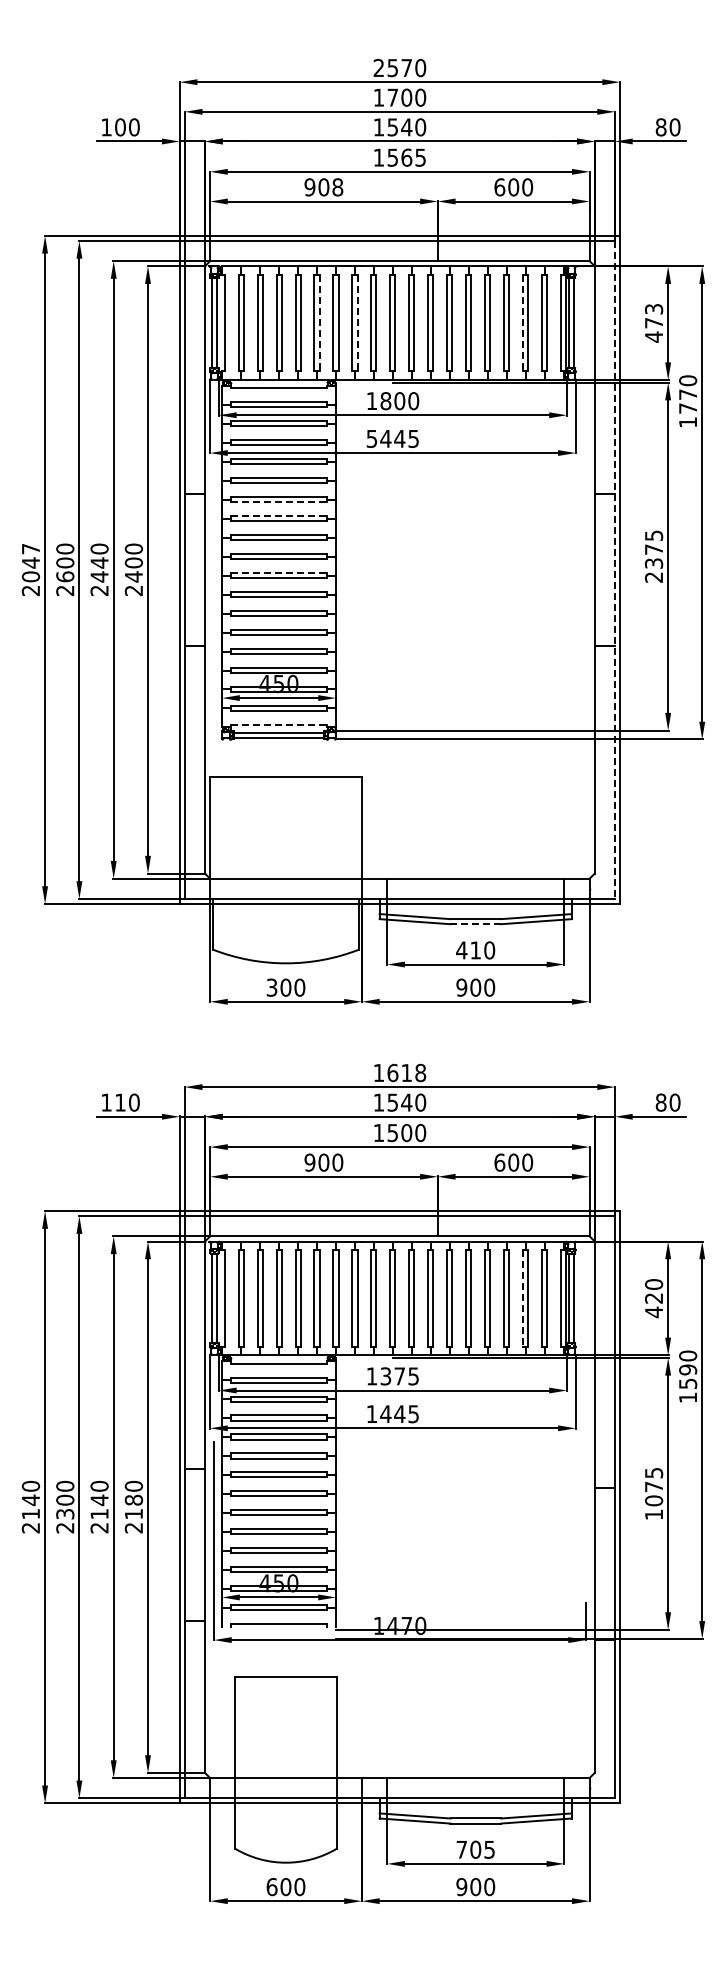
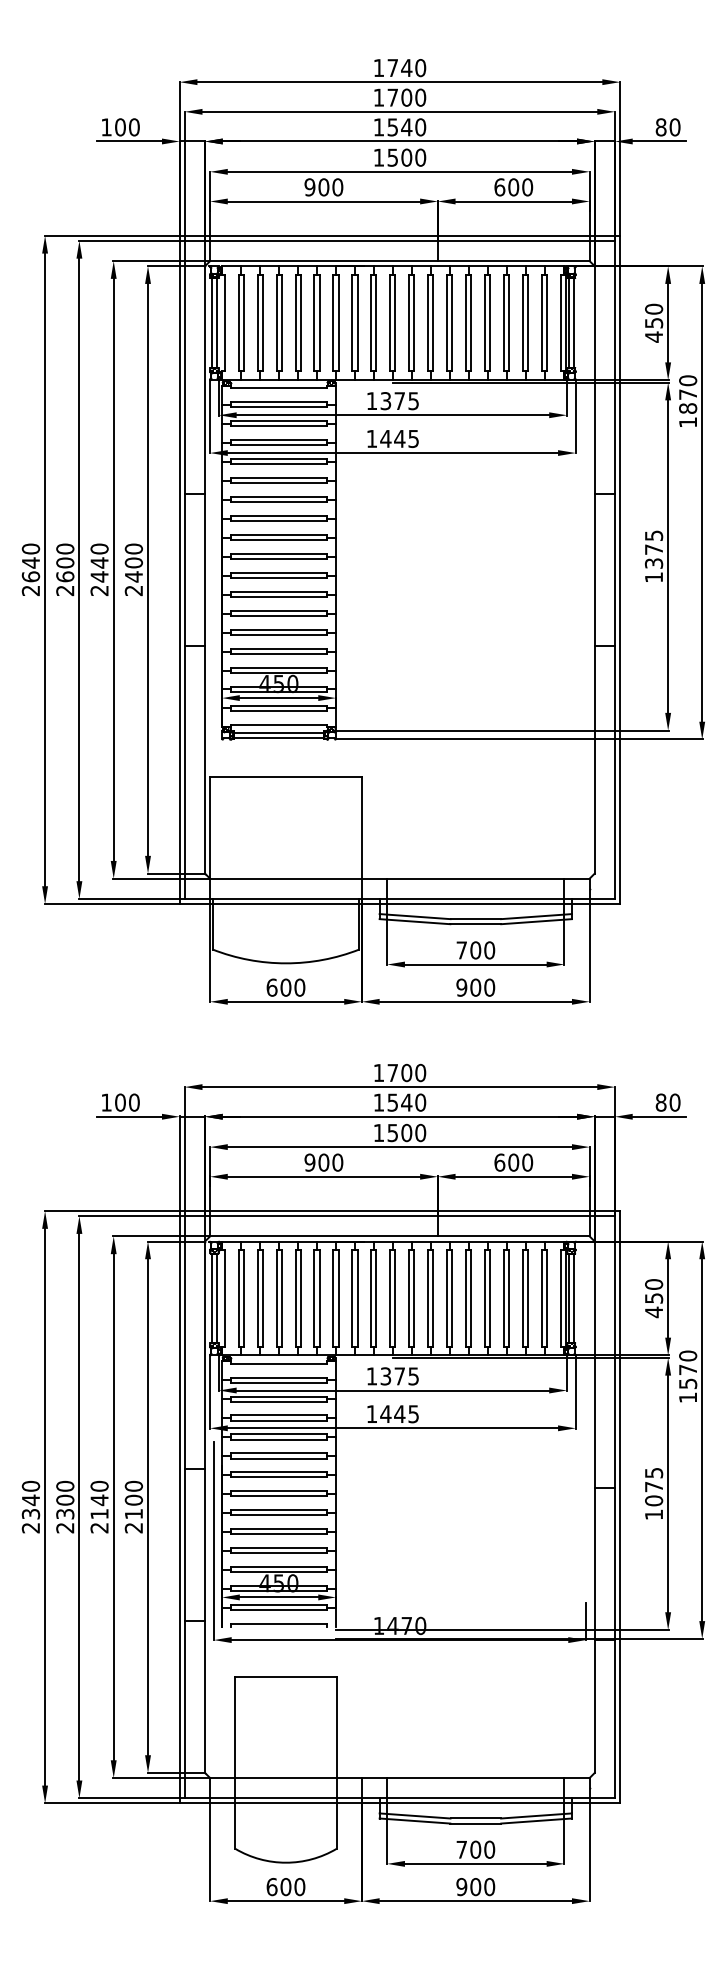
text at (392, 67): 2570 -> 1740
text at (413, 157): 1565 -> 1500
text at (337, 187): 908 -> 900
text at (654, 315): 473 -> 450
line at (319, 323): dashed -> solid
line at (357, 323): dashed -> solid
line at (523, 323): dashed -> solid
text at (399, 401): 1800 -> 1375
text at (688, 408): 1770 -> 1870
text at (371, 439): 5445 -> 1445
line at (279, 502): dashed -> solid
line at (279, 516): dashed -> solid
text at (30, 562): 2047 -> 2640
line at (615, 569): dashed -> solid
line at (279, 573): dashed -> solid
text at (653, 577): 2375 -> 1375
line at (279, 724): dashed -> solid
line at (475, 924): dashed -> solid
text at (468, 950): 410 -> 700
text at (271, 987): 300 -> 600
text at (406, 1072): 1618 -> 1700
text at (120, 1102): 110 -> 100
line at (523, 1298): dashed -> solid
text at (654, 1298): 420 -> 450
text at (688, 1369): 1590 -> 1570
text at (133, 1499): 2180 -> 2100
text at (30, 1514): 2140 -> 2340
text at (489, 1849): 705 -> 700
